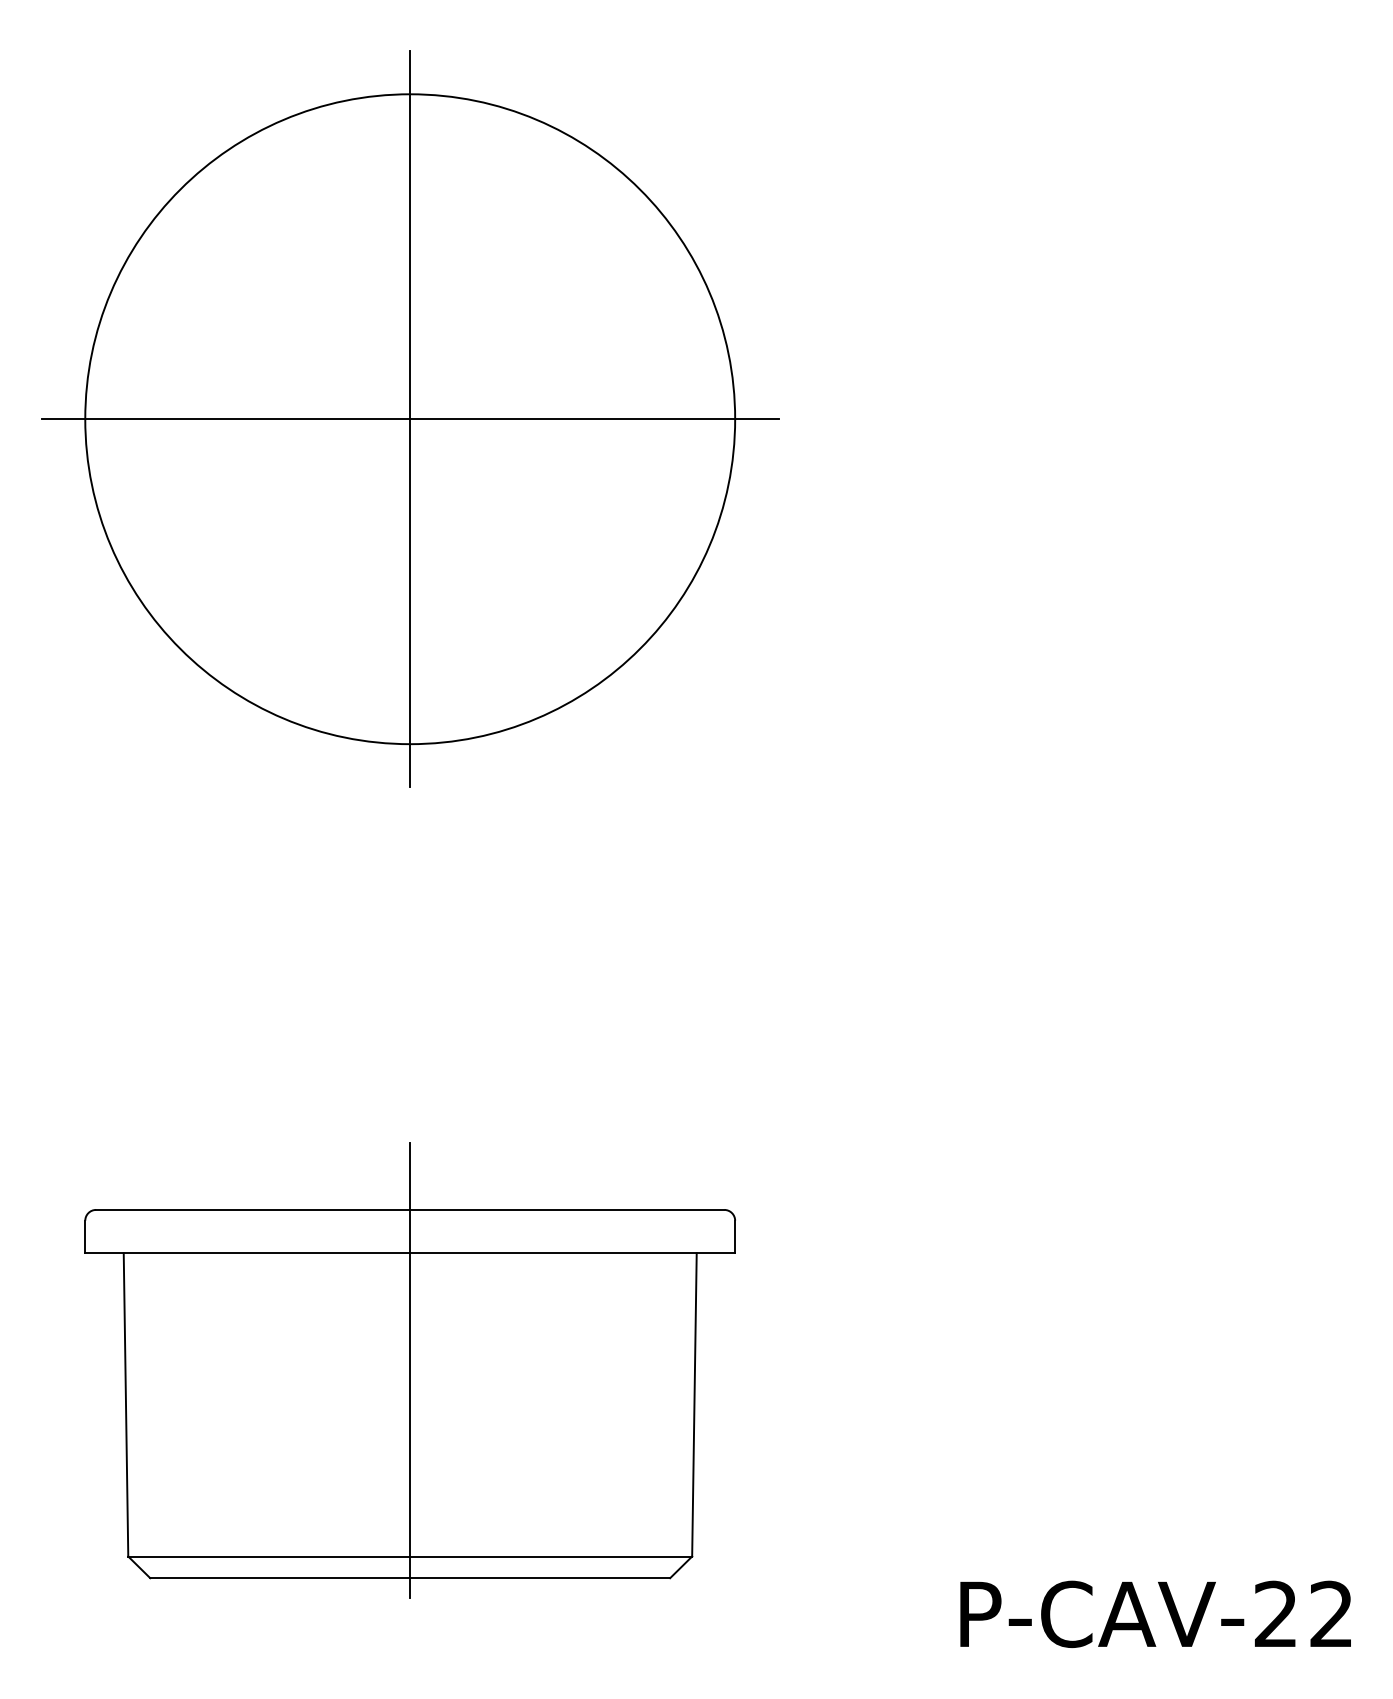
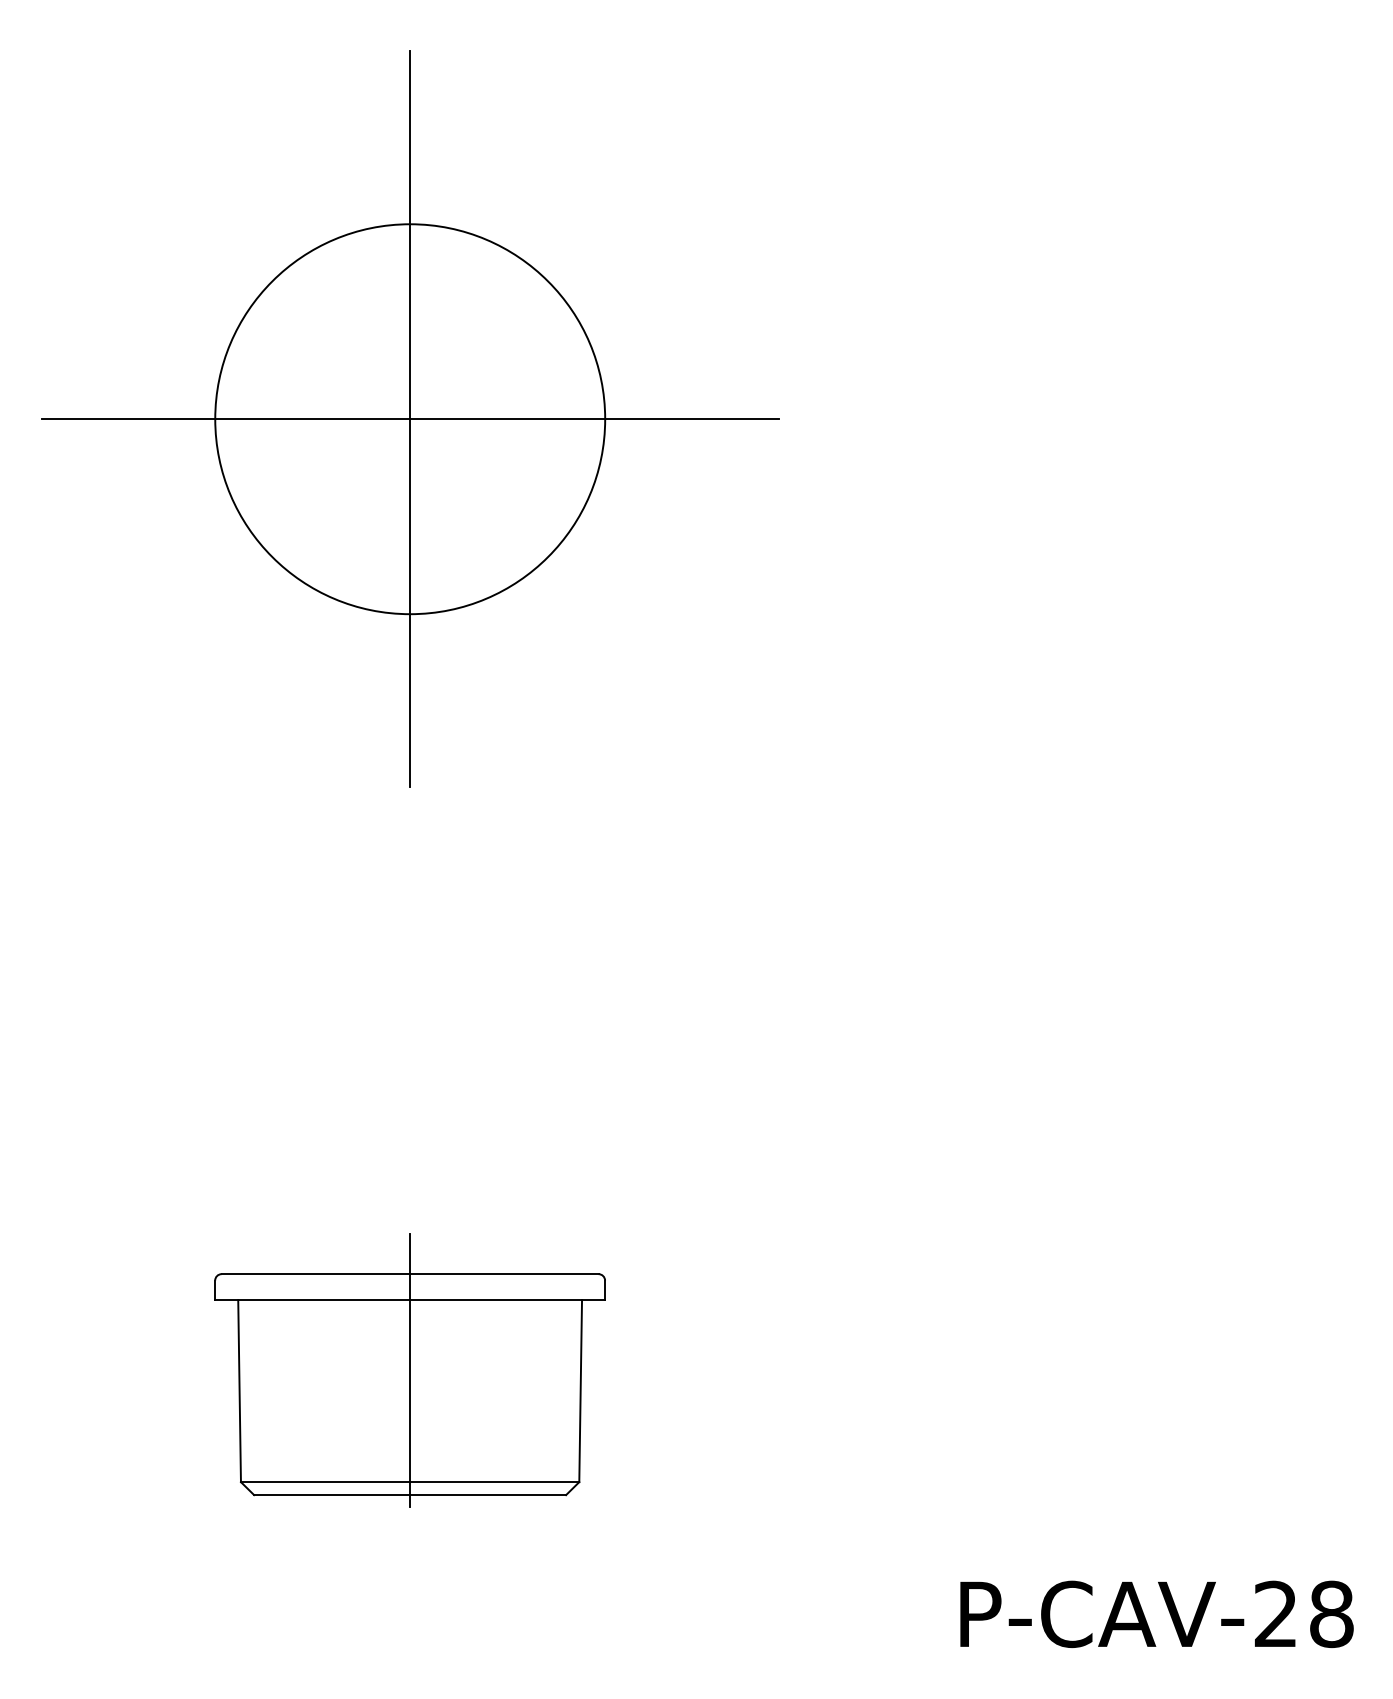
circle at (410, 419) diameter: 650 px -> 390 px
part at (409, 1370) size: 652x457 px -> 392x275 px
text at (1331, 1614): P-CAV-22 -> P-CAV-28
